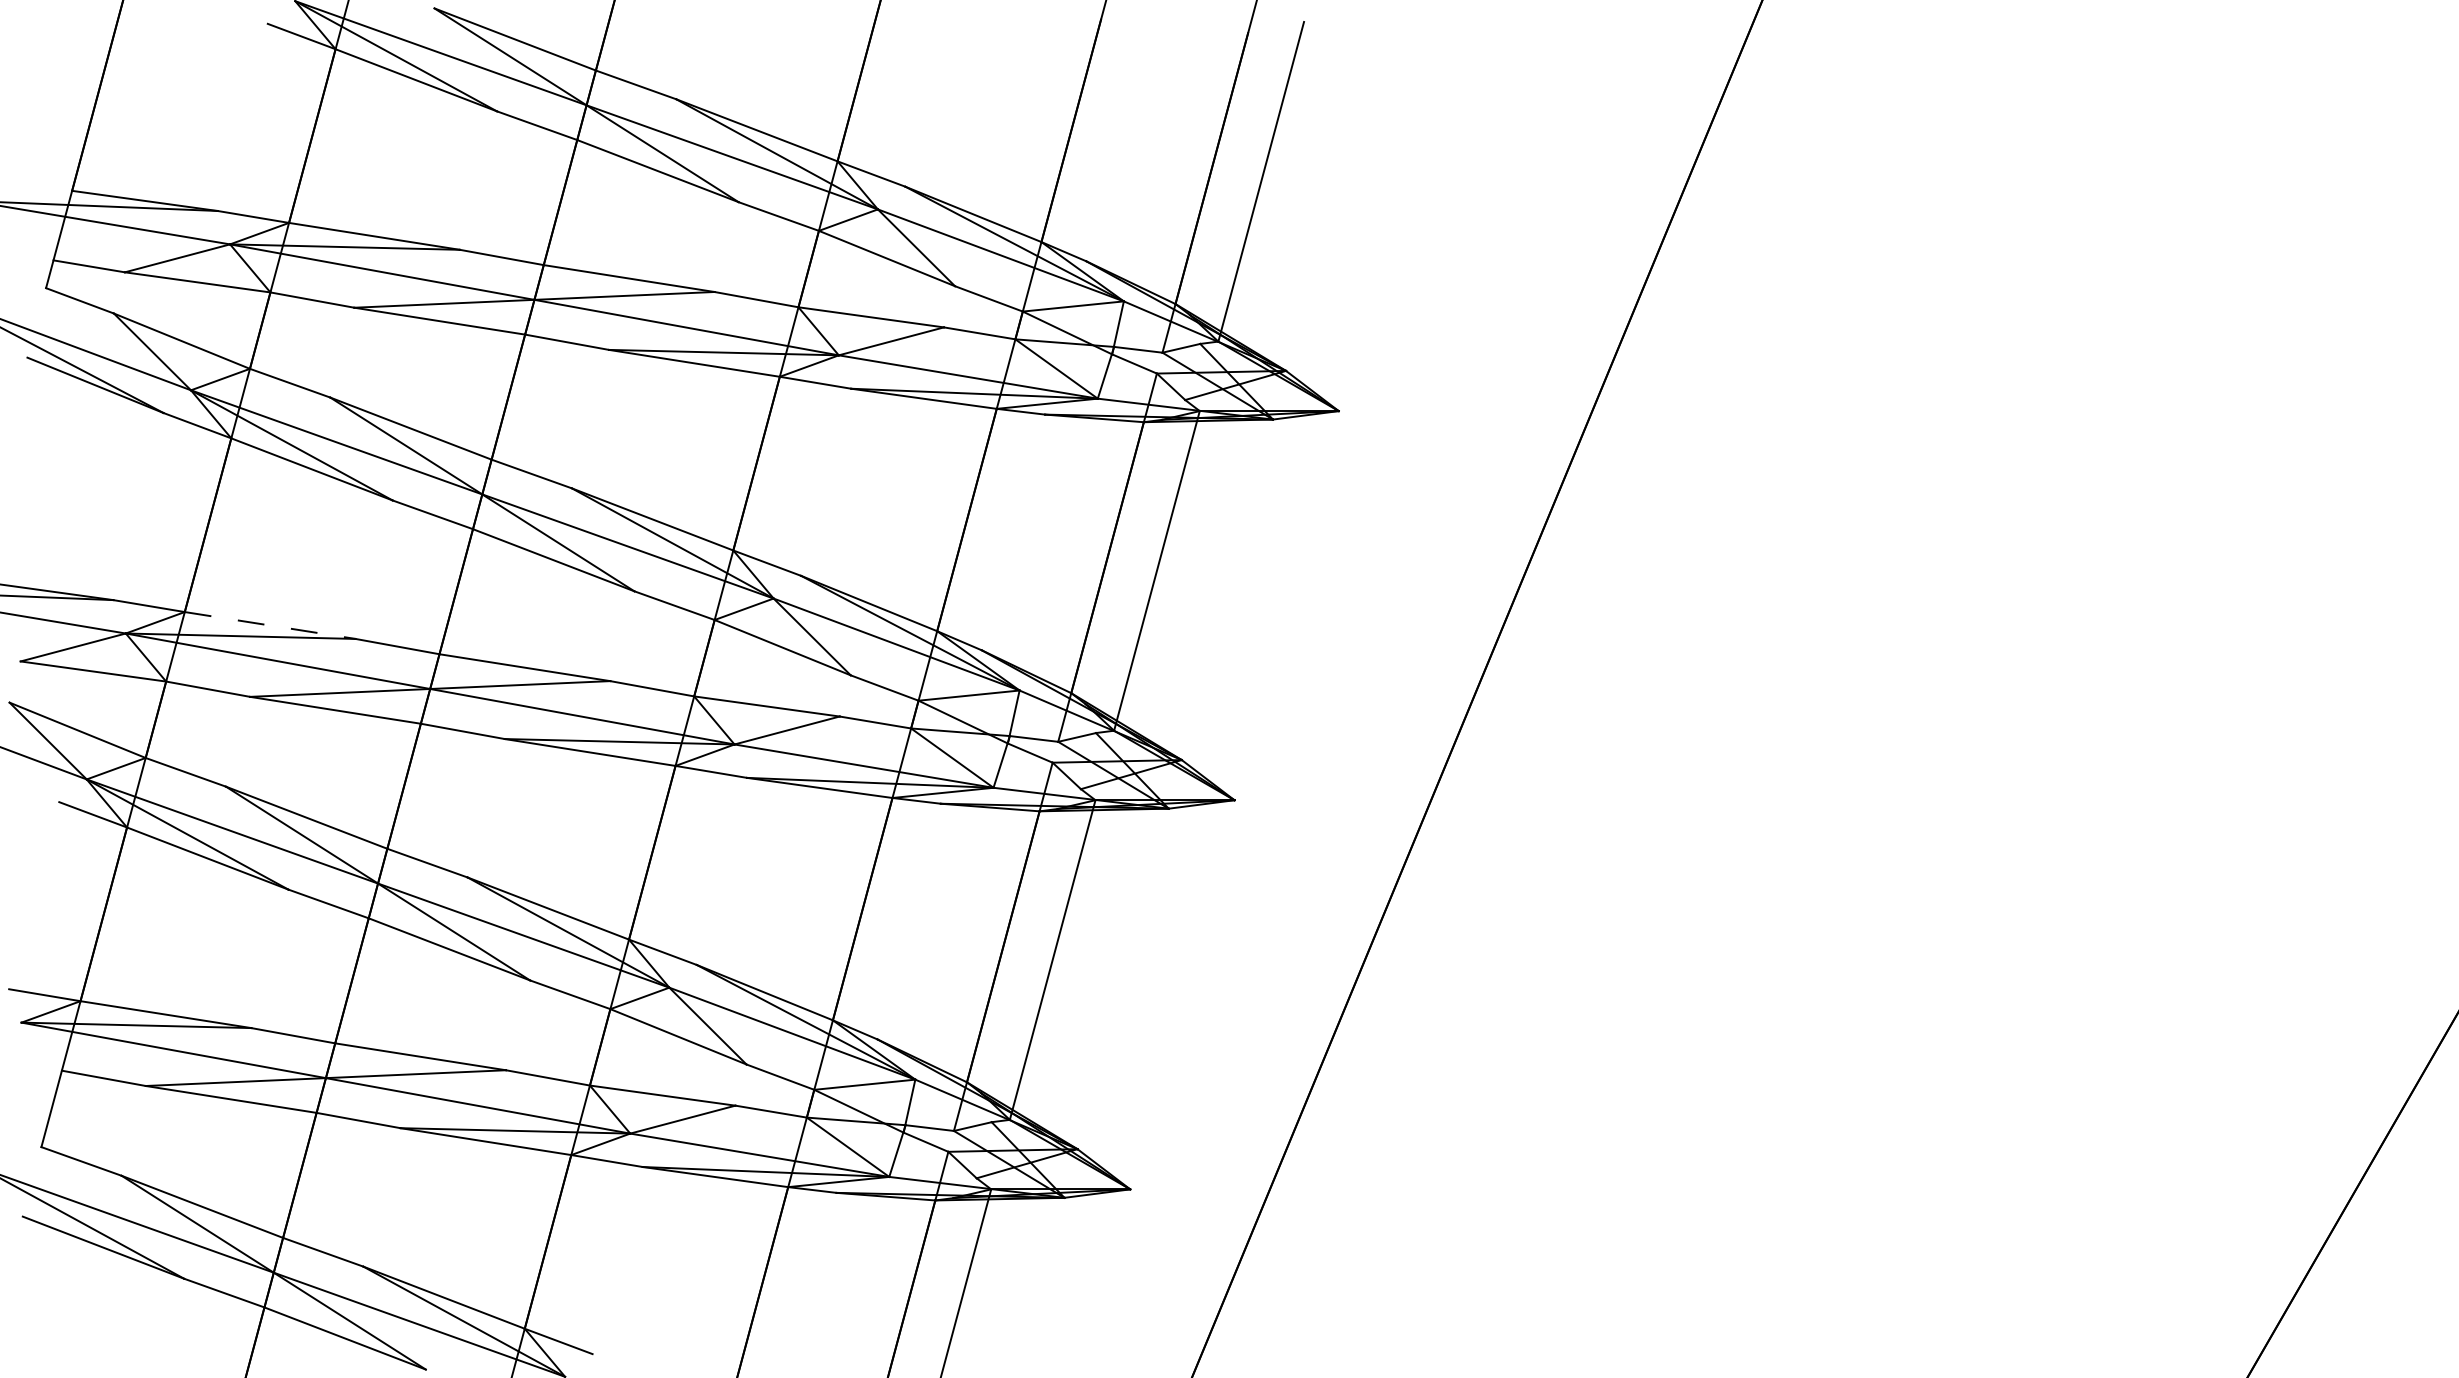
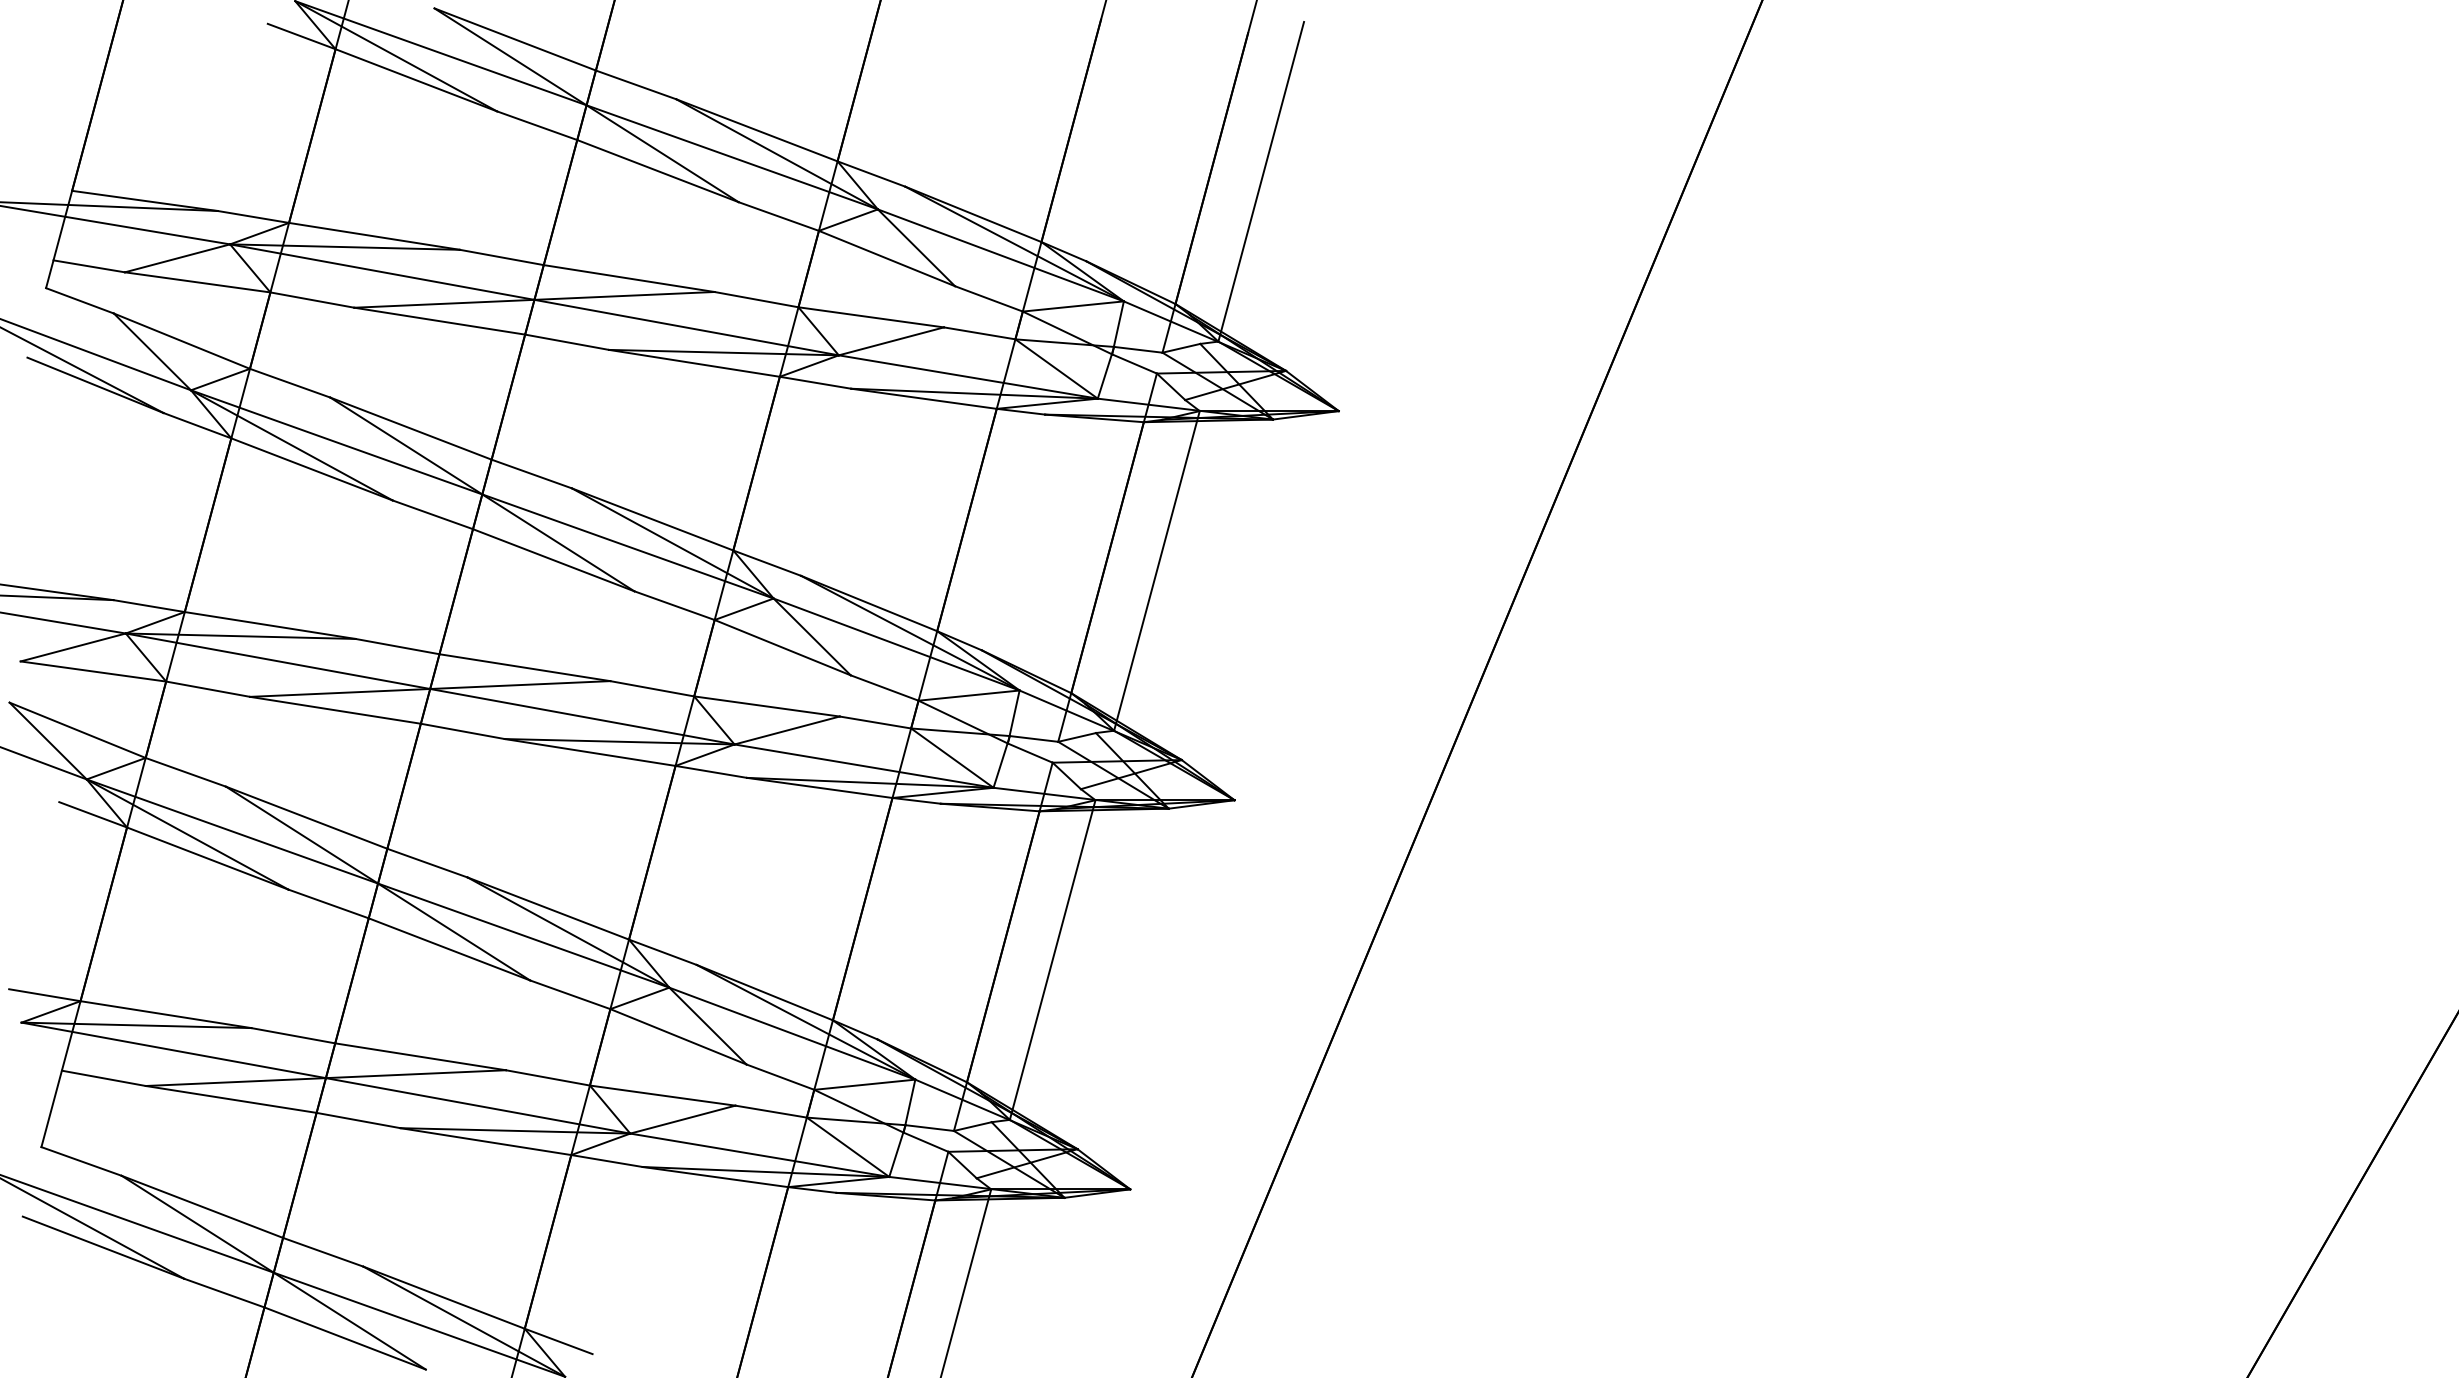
line at (270, 625): dashed -> solid
